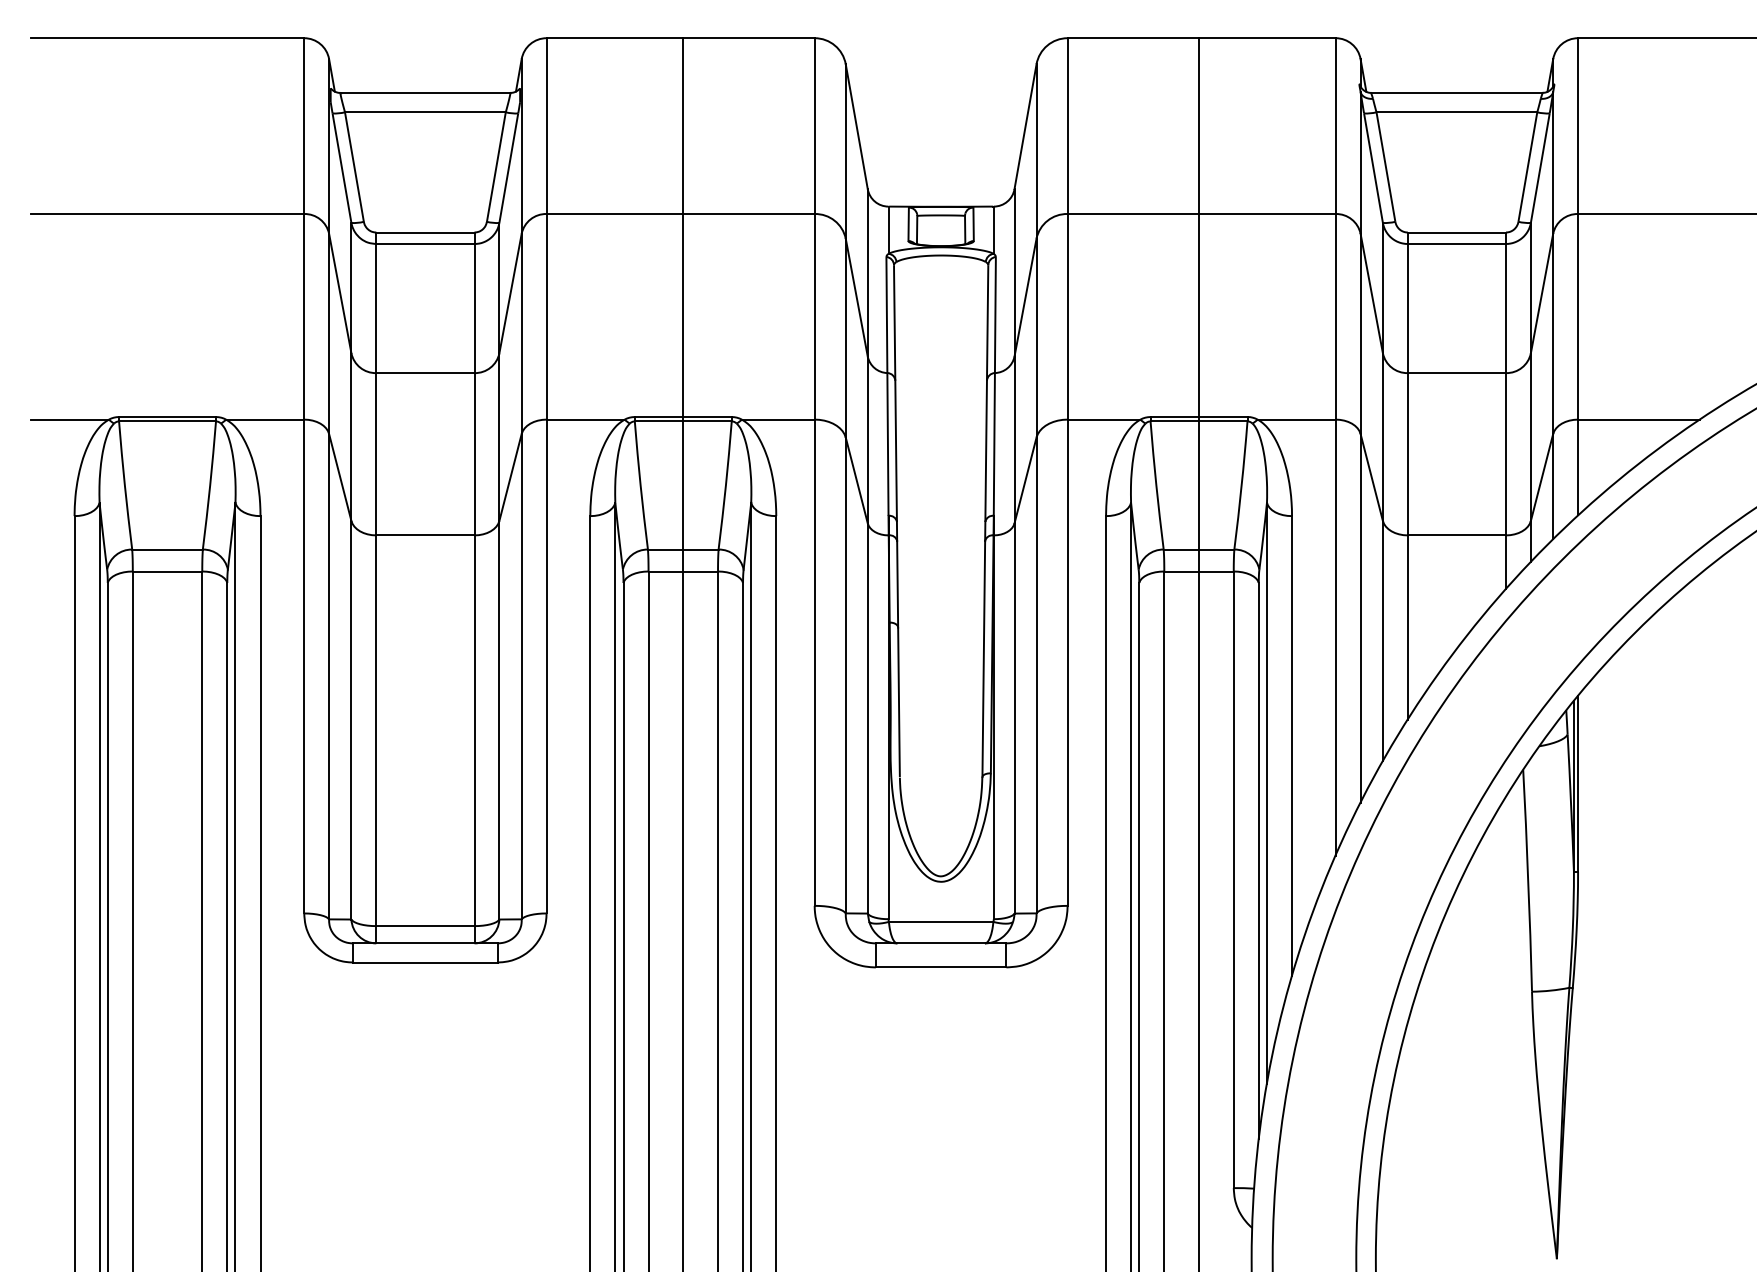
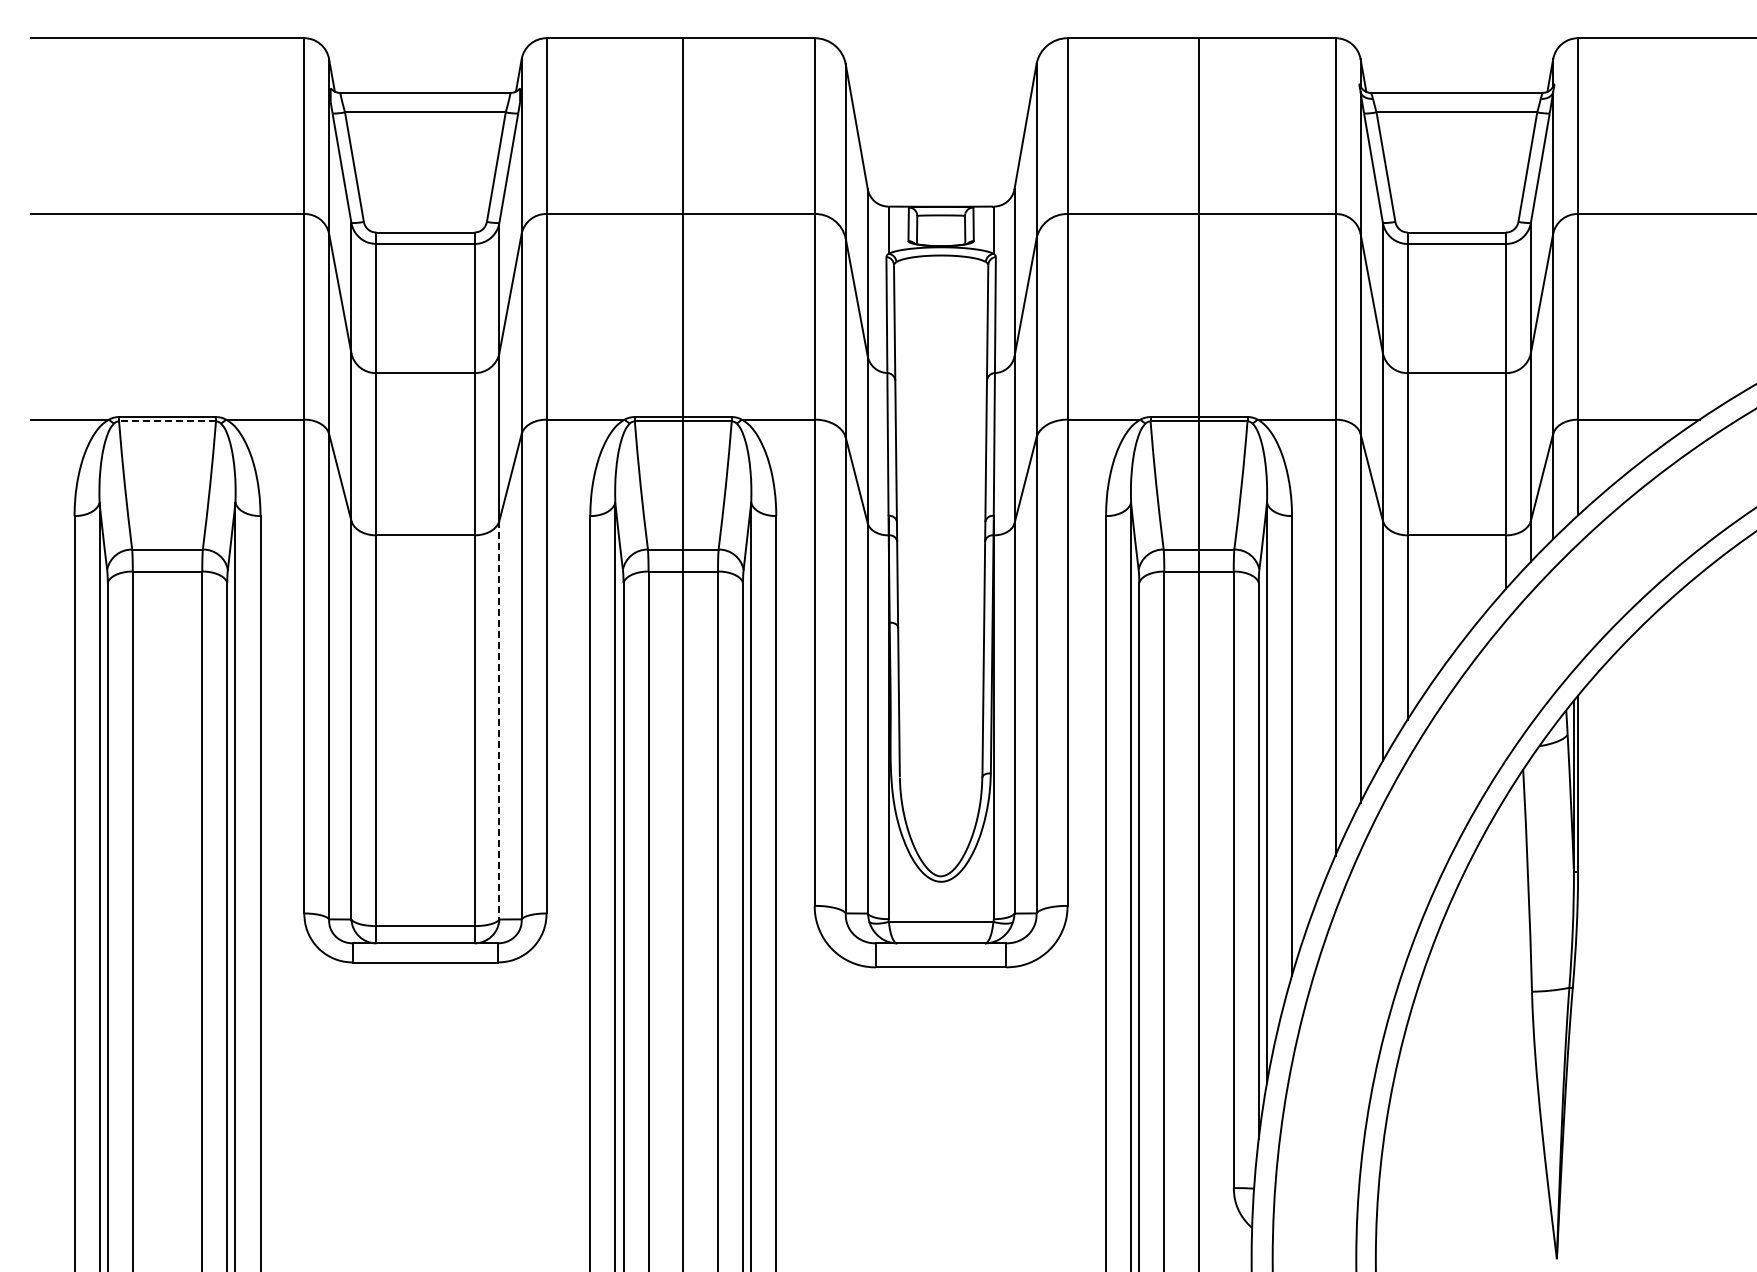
line at (167, 421): solid -> dashed
line at (499, 720): solid -> dashed
